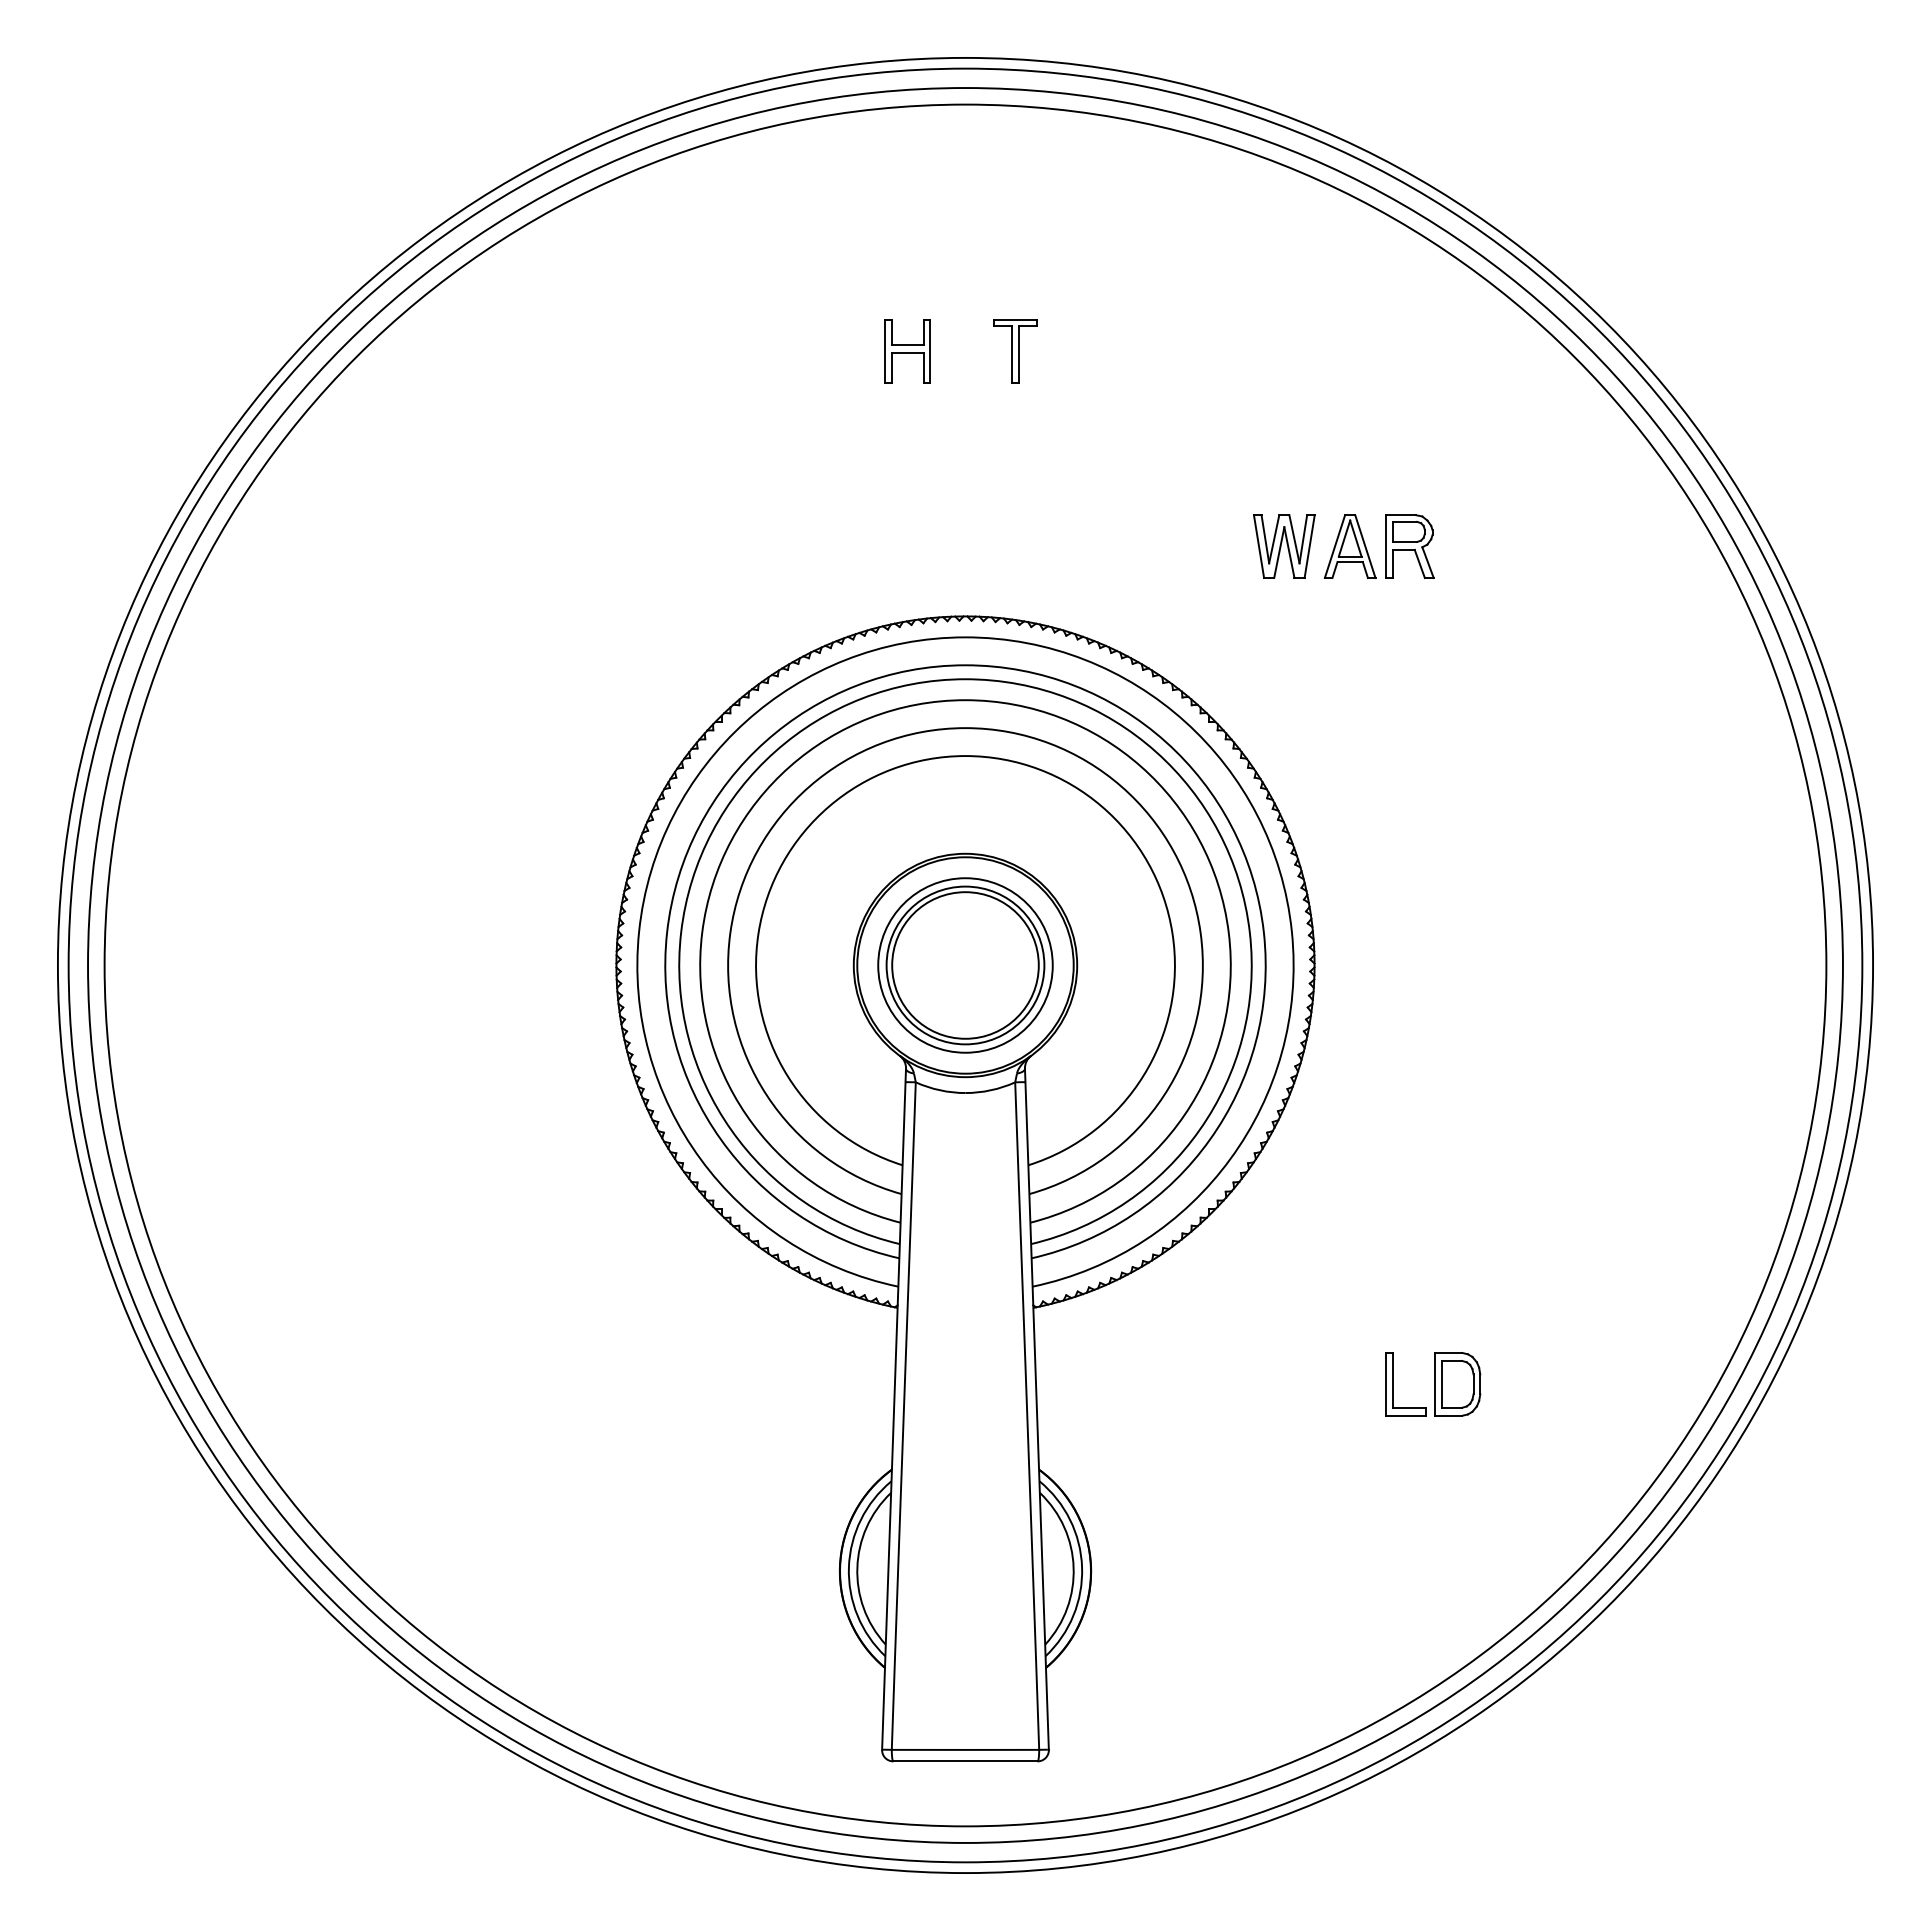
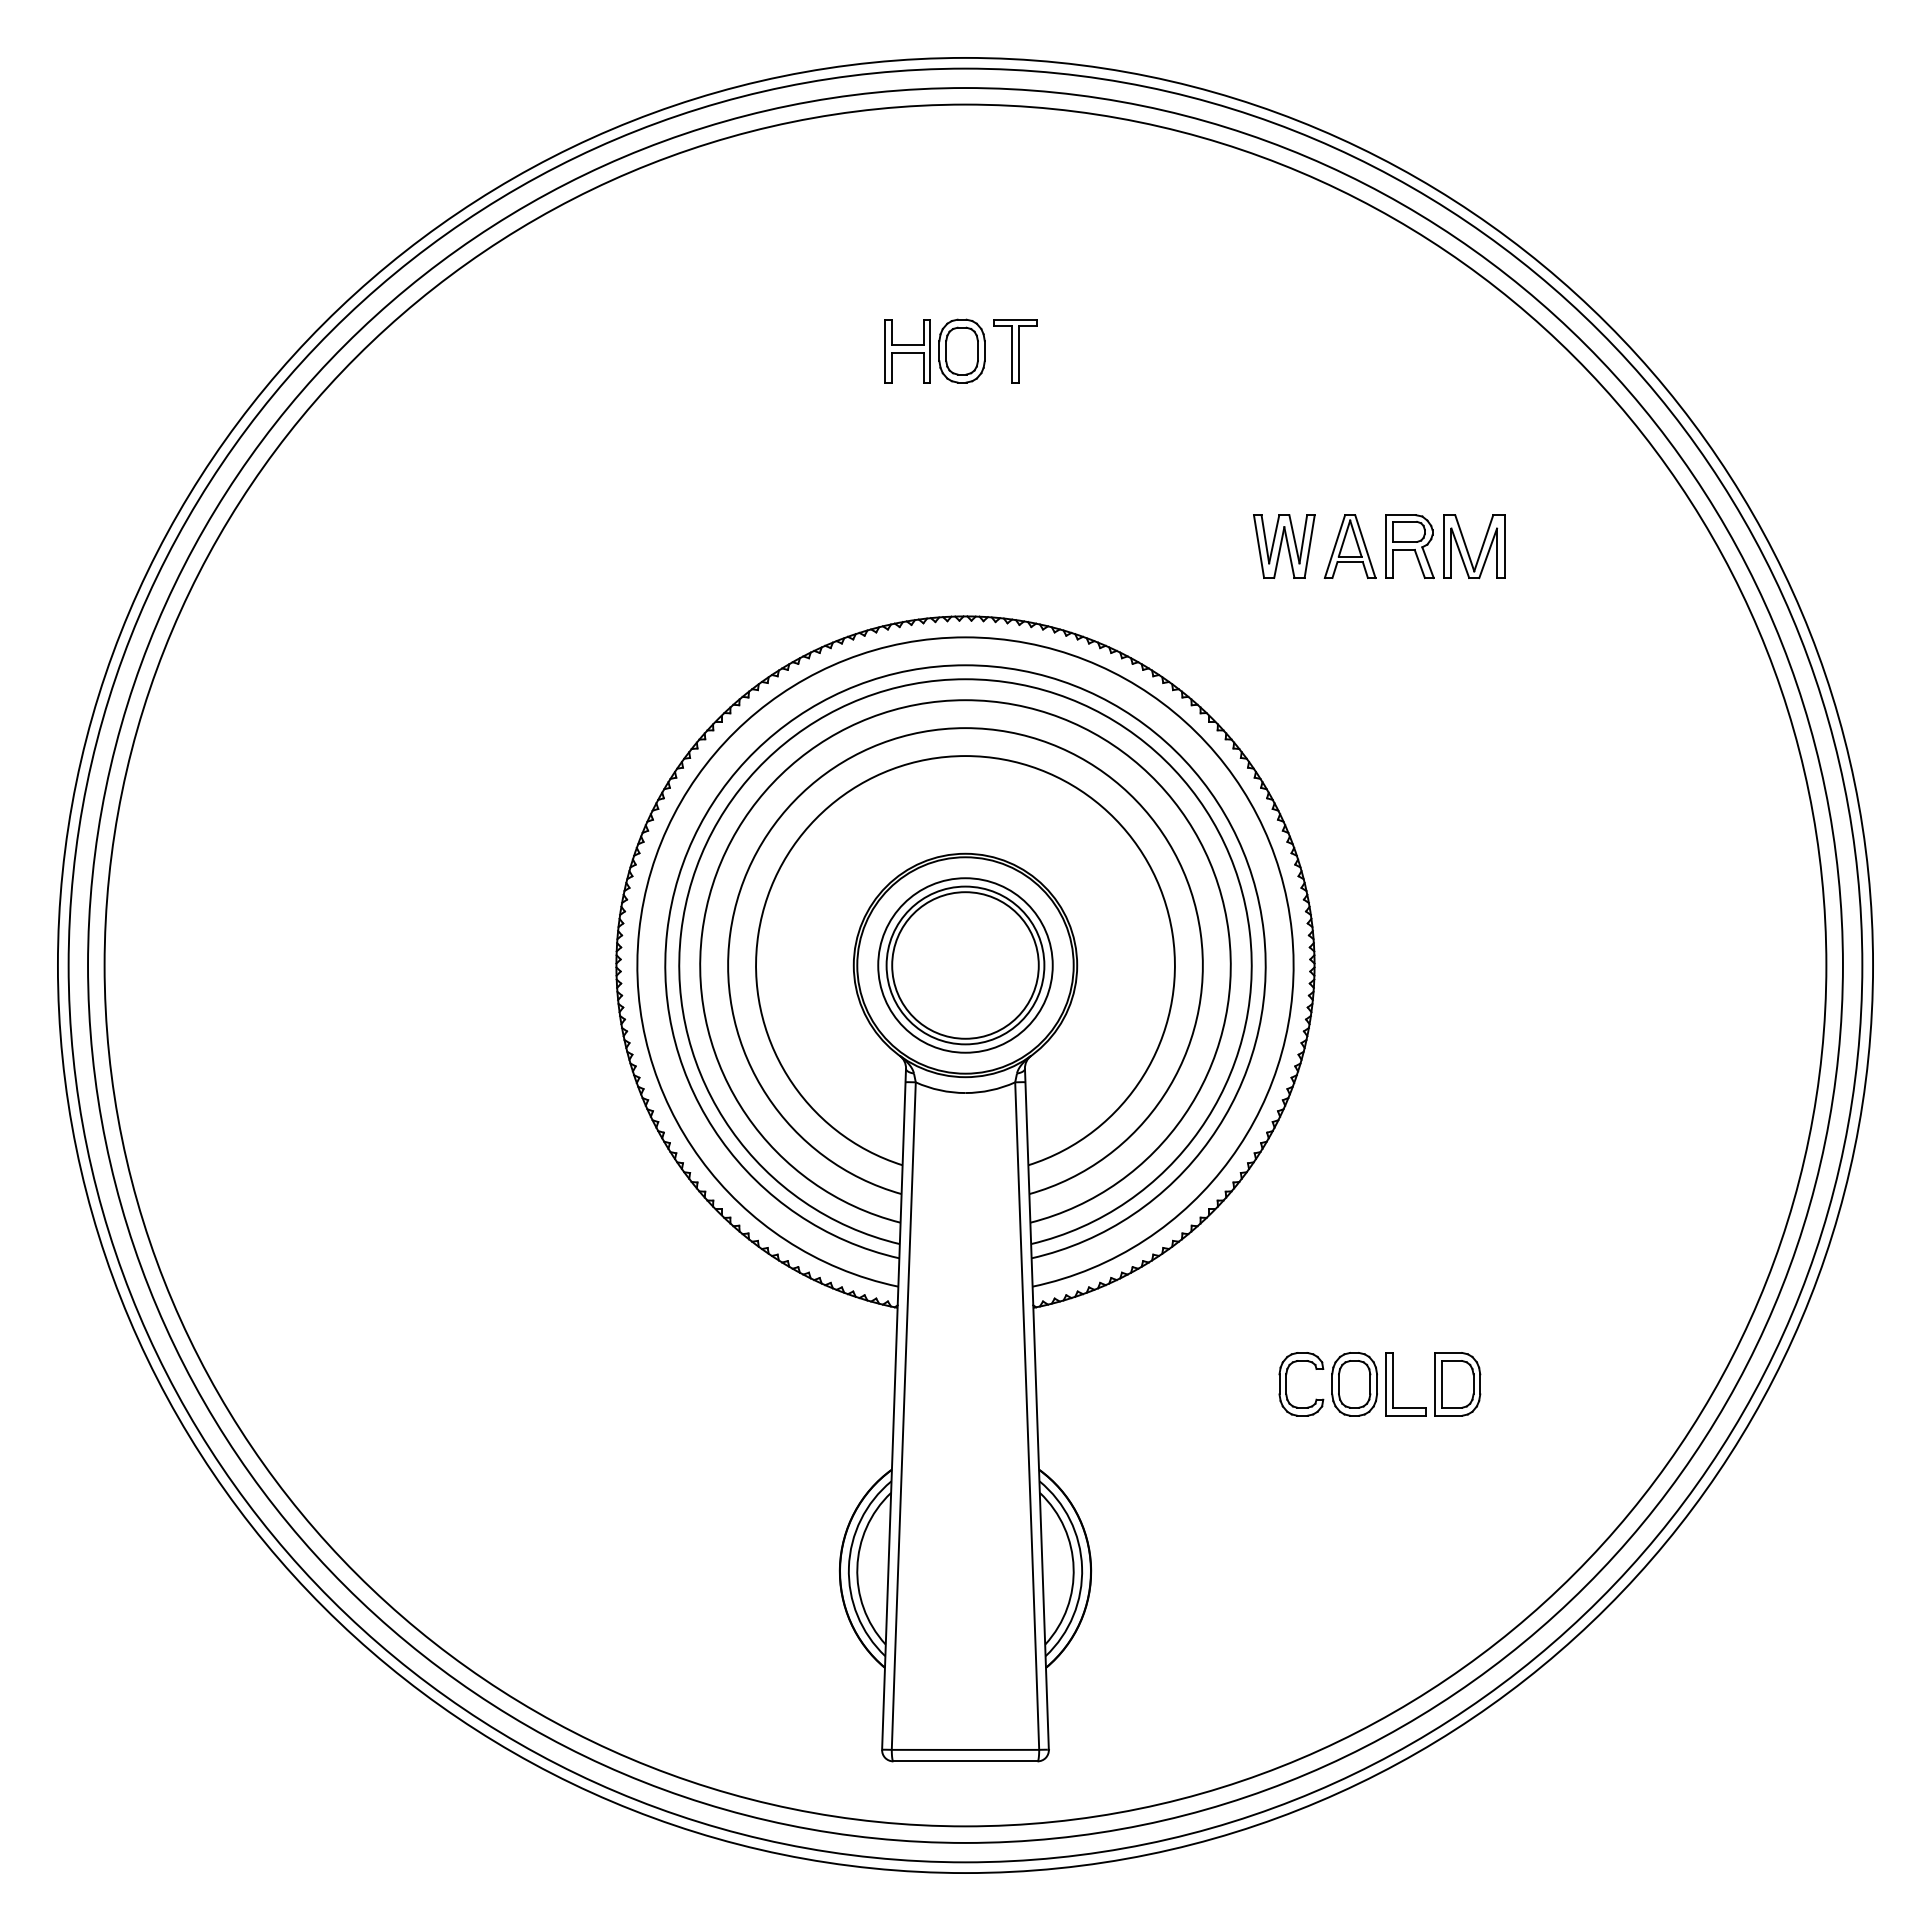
part at (961, 350): none -> present
part at (1480, 549): none -> present
part at (1327, 1384): none -> present
